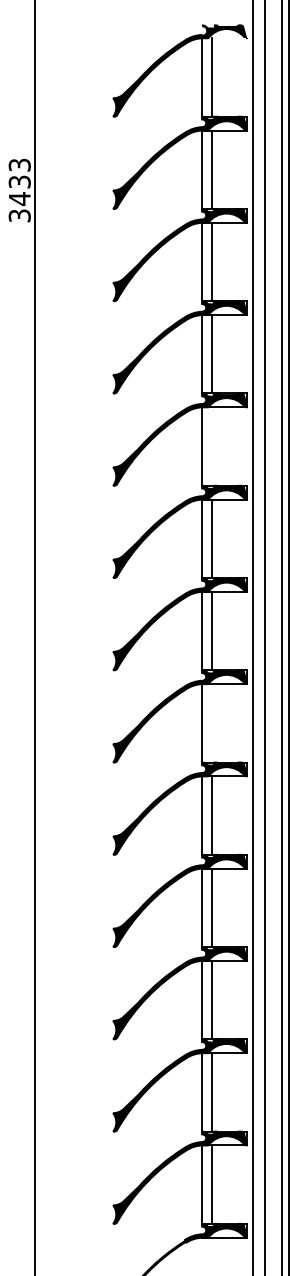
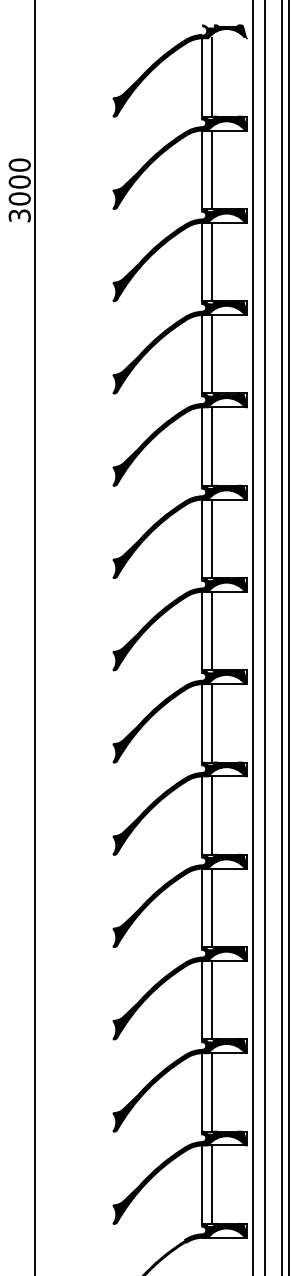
text at (19, 182): 3433 -> 3000
line at (211, 446): none -> present
line at (211, 723): none -> present
